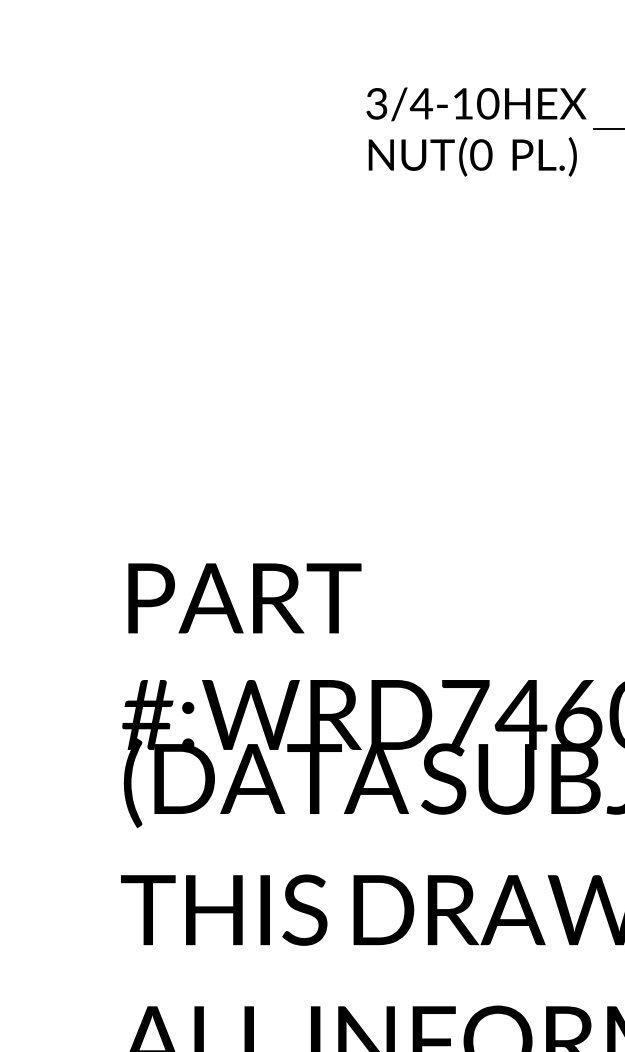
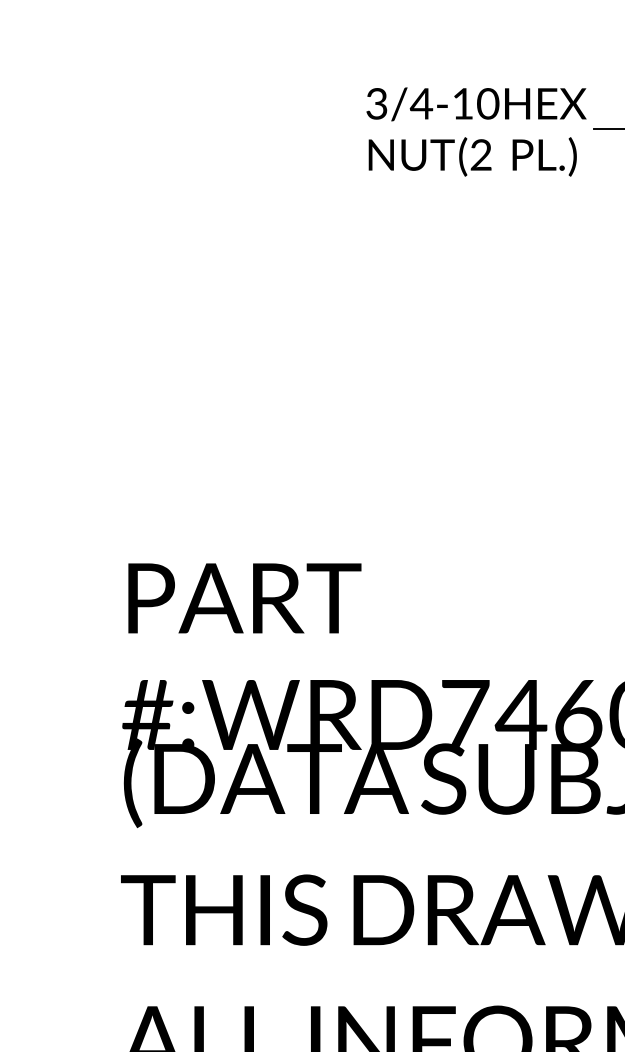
text at (481, 154): (0 -> (2
